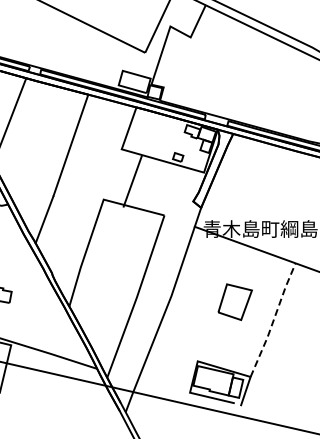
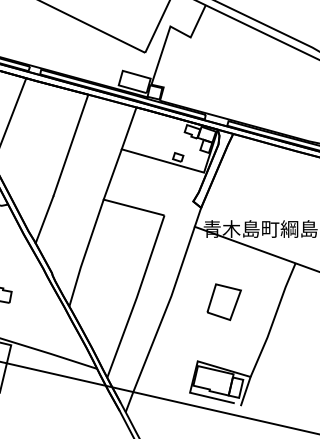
line at (132, 181) position: (132, 181) -> (112, 174)
part at (234, 302) position: (234, 302) -> (223, 302)
line at (273, 319): dashed -> solid
